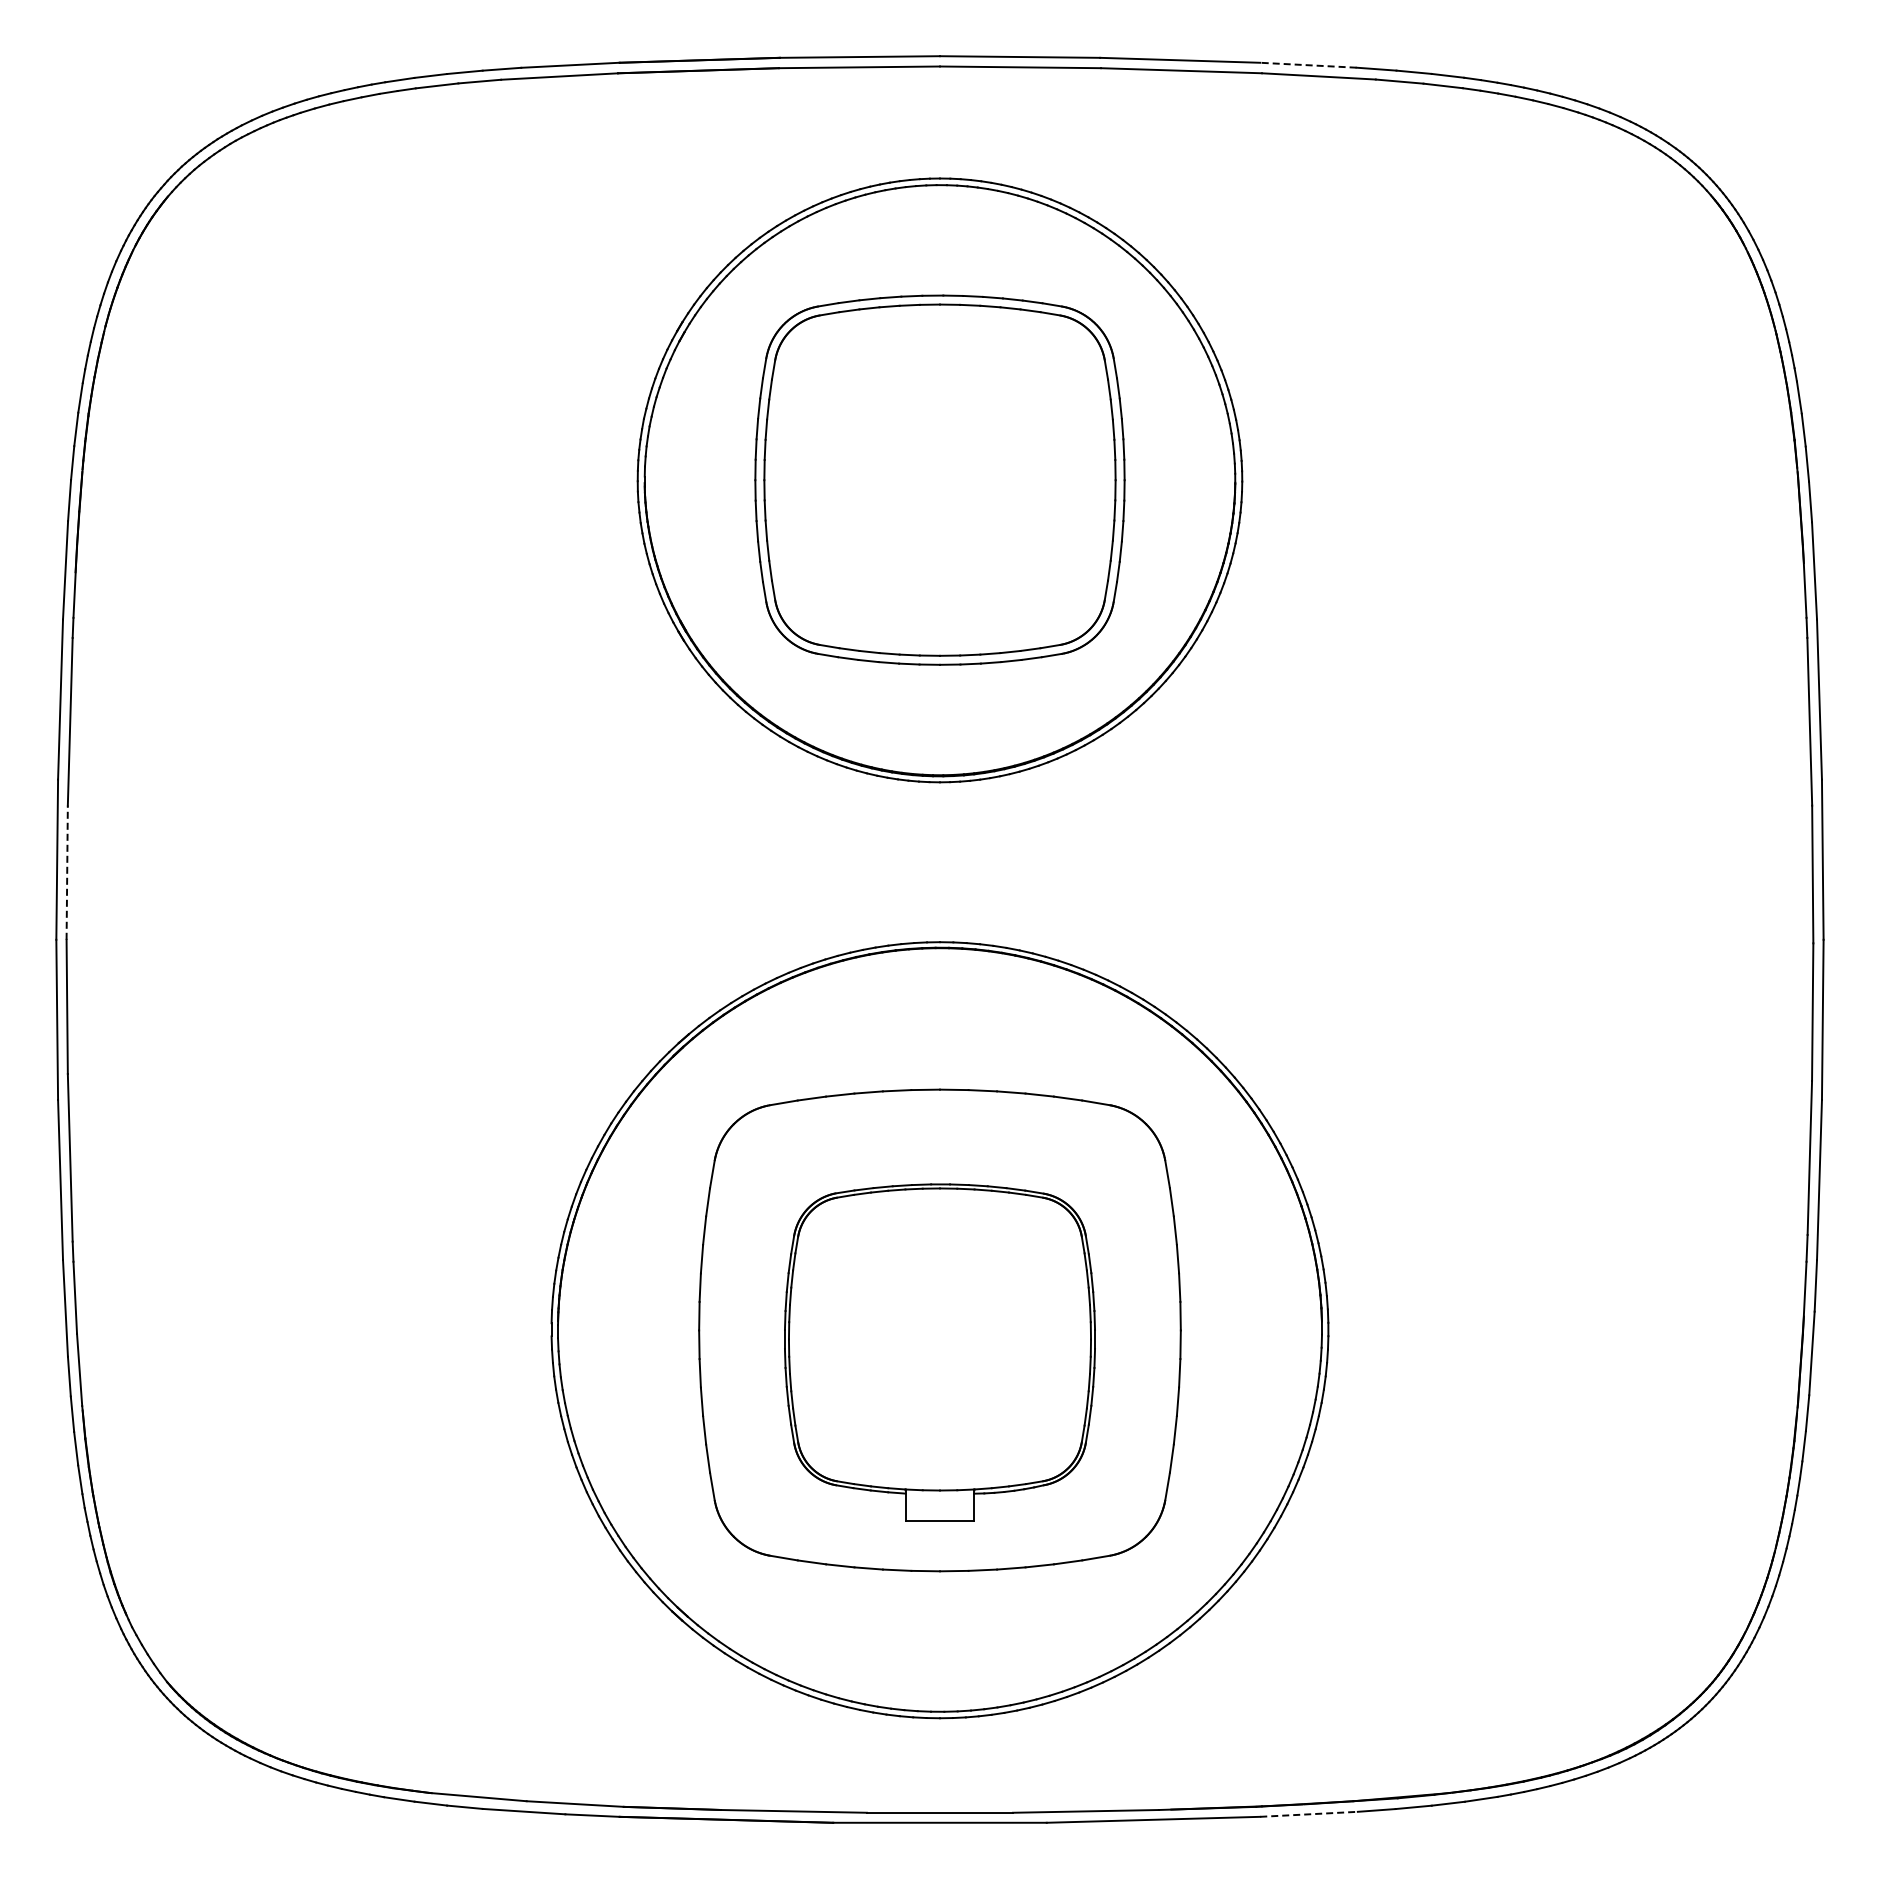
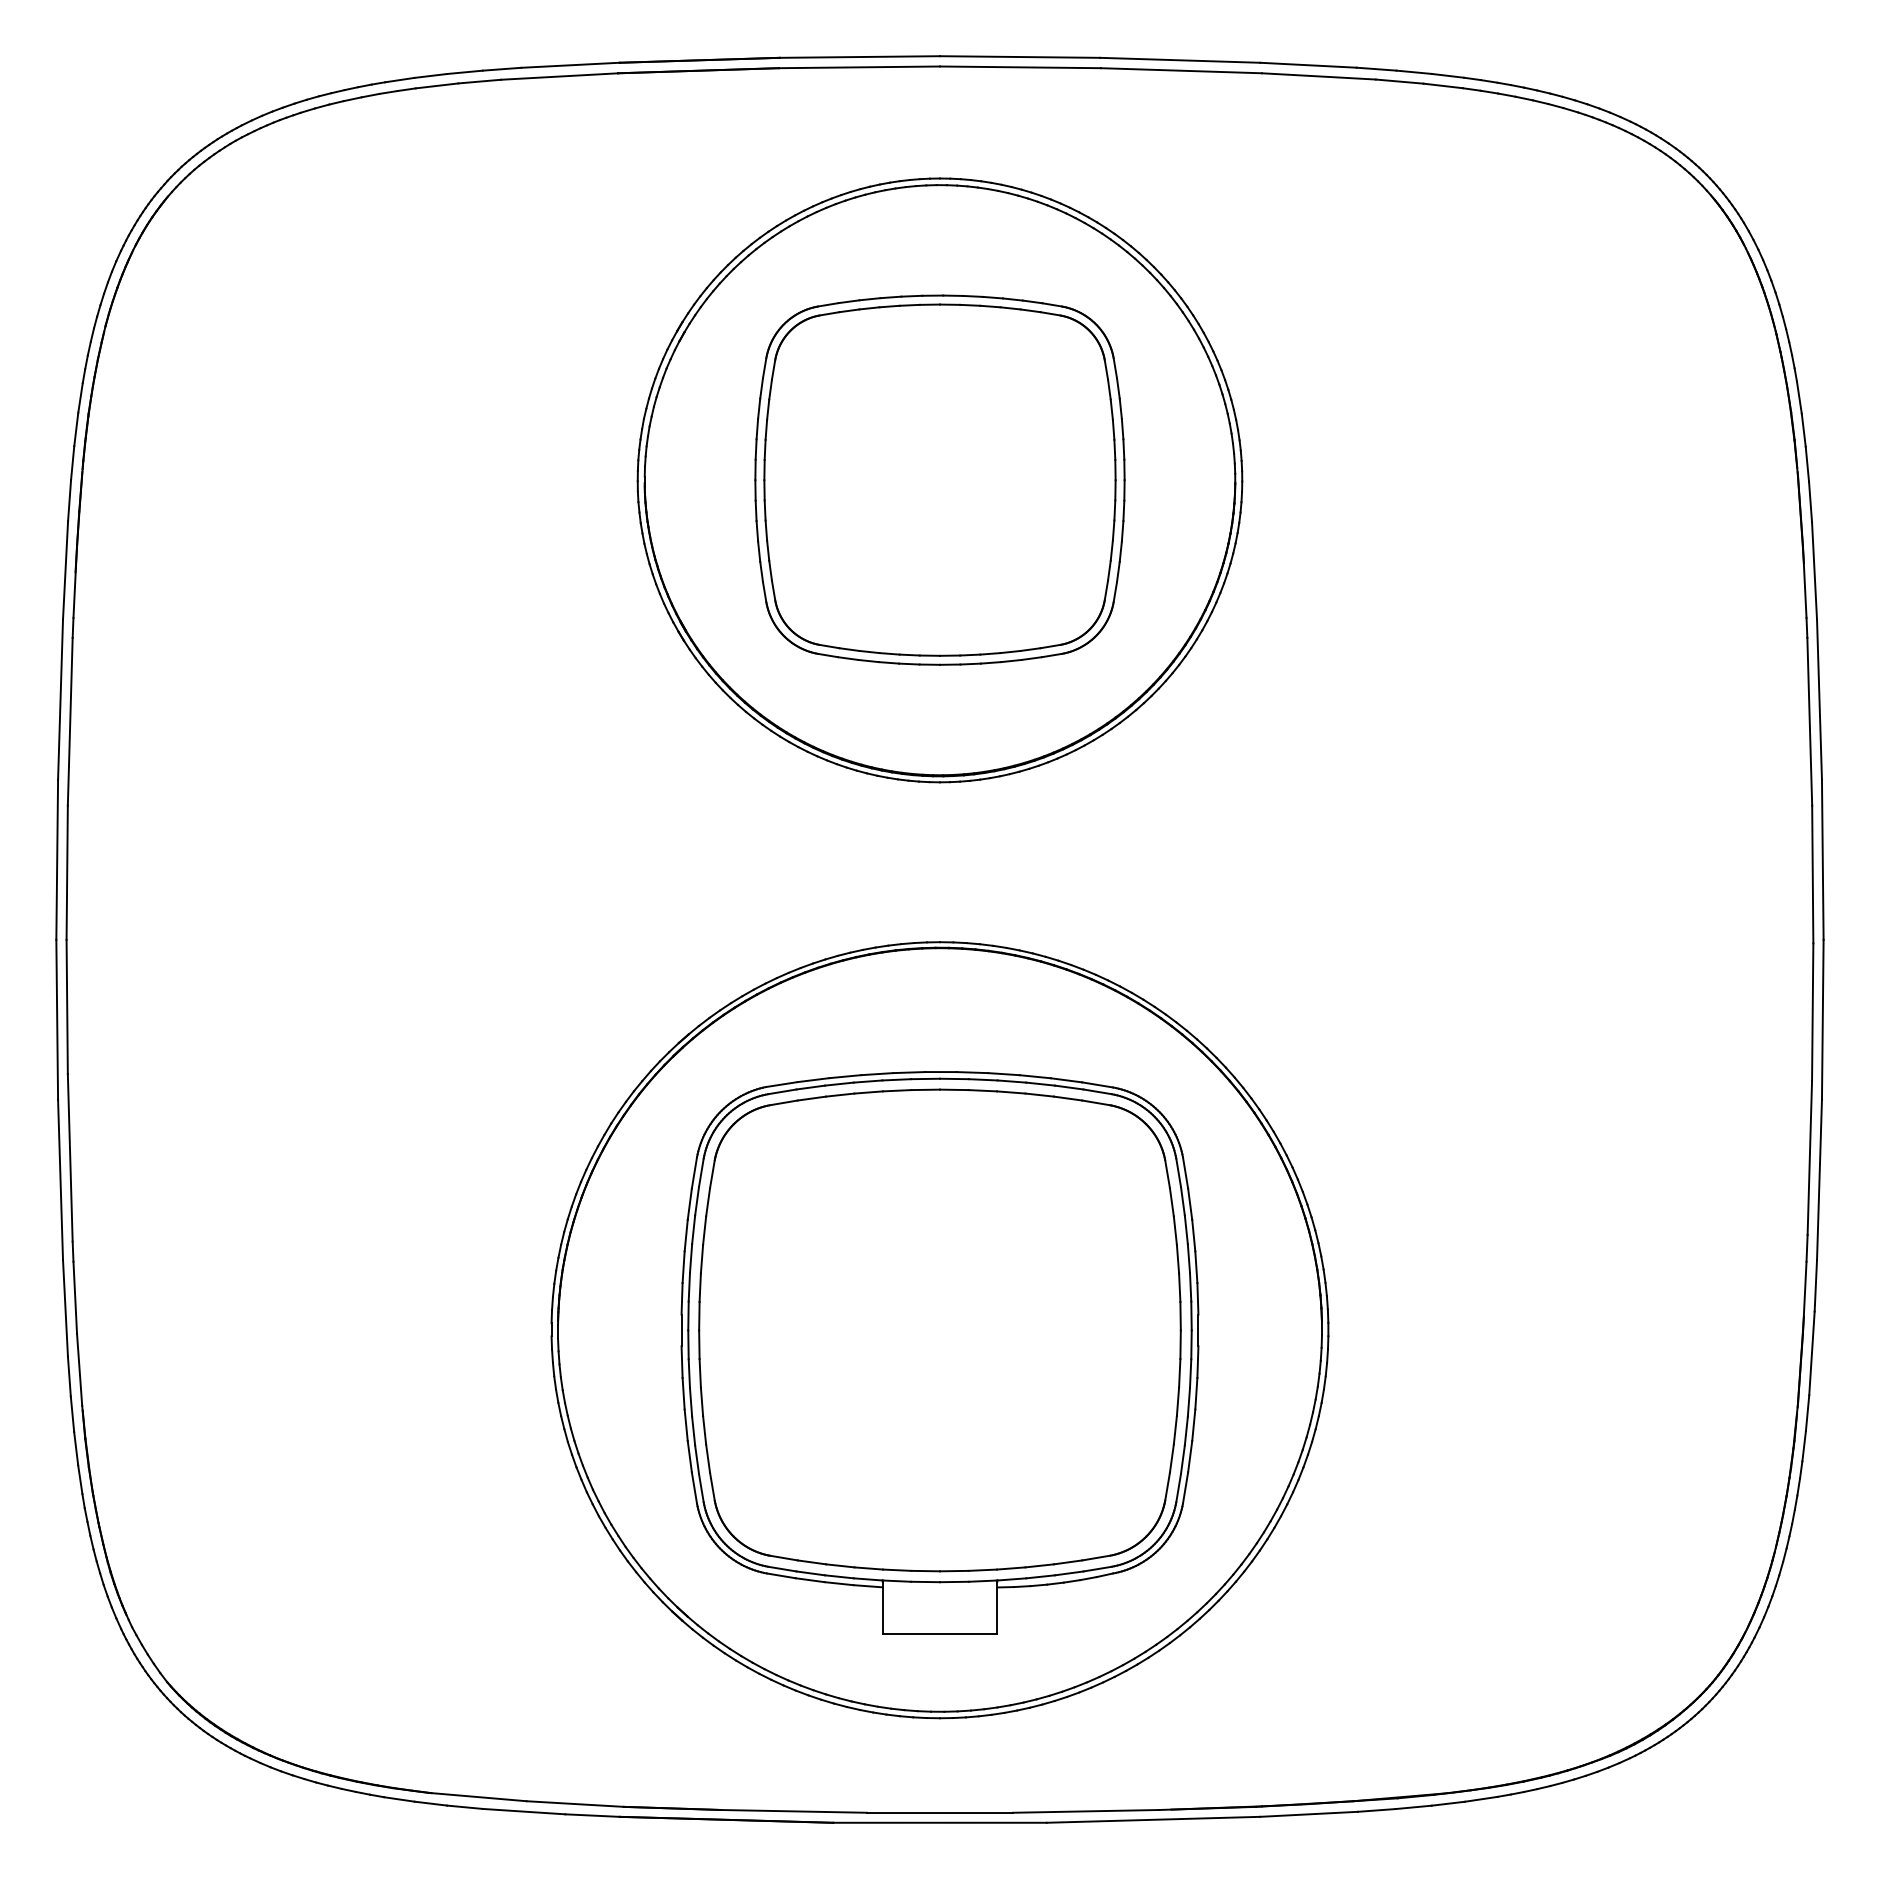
line at (1307, 65): dashed -> solid
line at (67, 872): dashed -> solid
part at (939, 1352) size: 312x339 px -> 520x564 px
line at (1309, 1814): dashed -> solid
